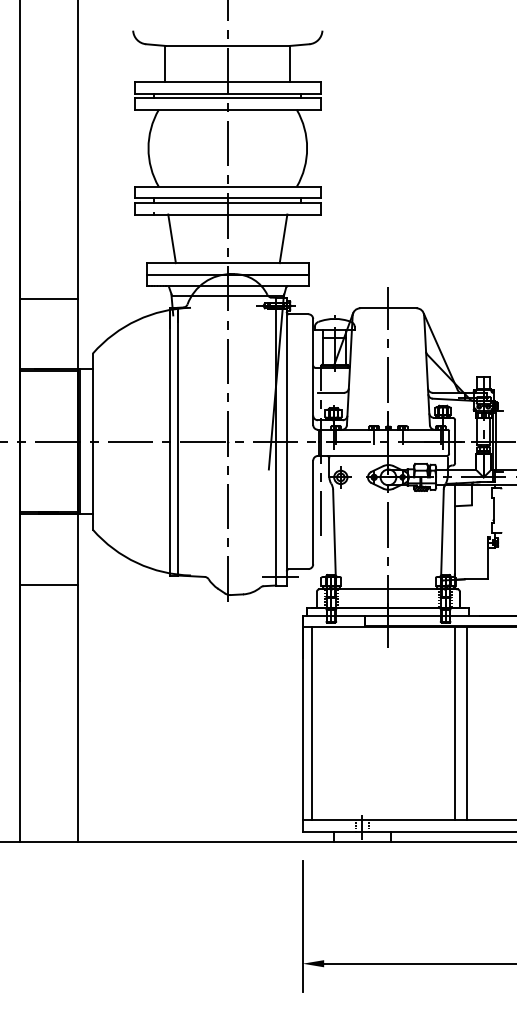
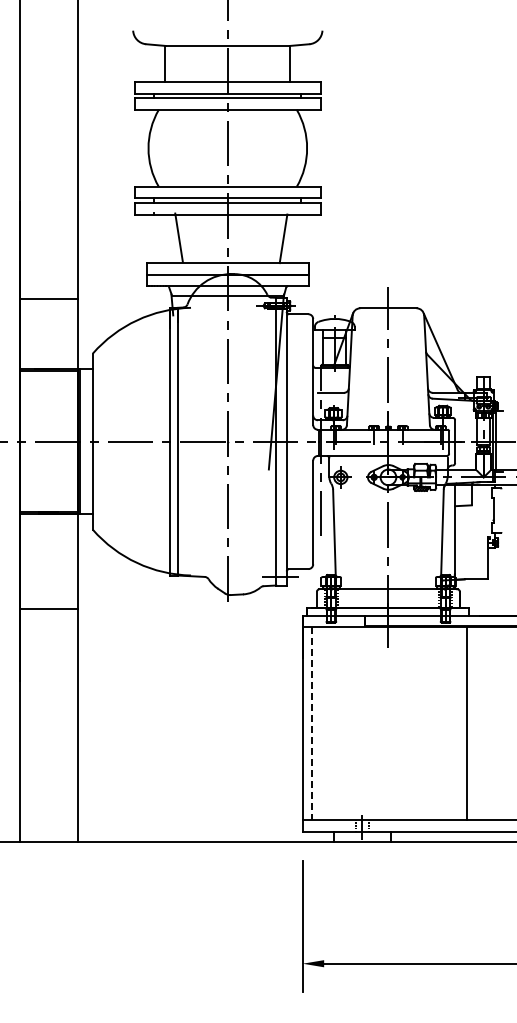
line at (171, 238) position: (171, 238) -> (178, 237)
line at (48, 584) position: (48, 584) -> (48, 608)
line at (455, 723): present -> none
line at (312, 724): solid -> dashed
